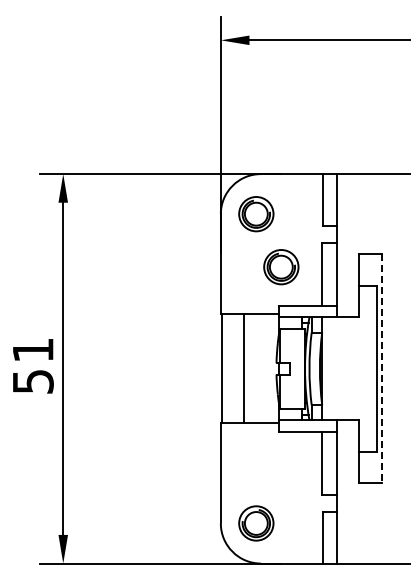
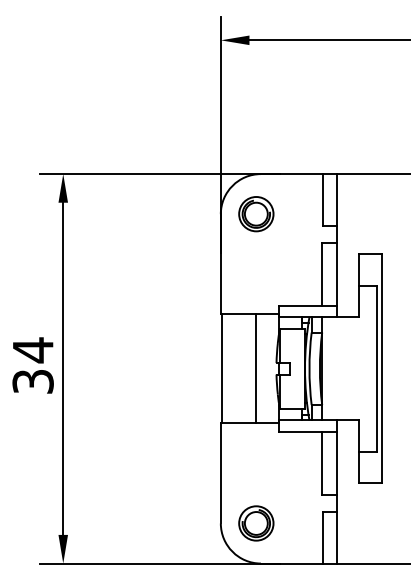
part at (281, 267): present -> none
text at (32, 365): 51 -> 34
line at (244, 368) position: (244, 368) -> (256, 368)
line at (382, 368): dashed -> solid
